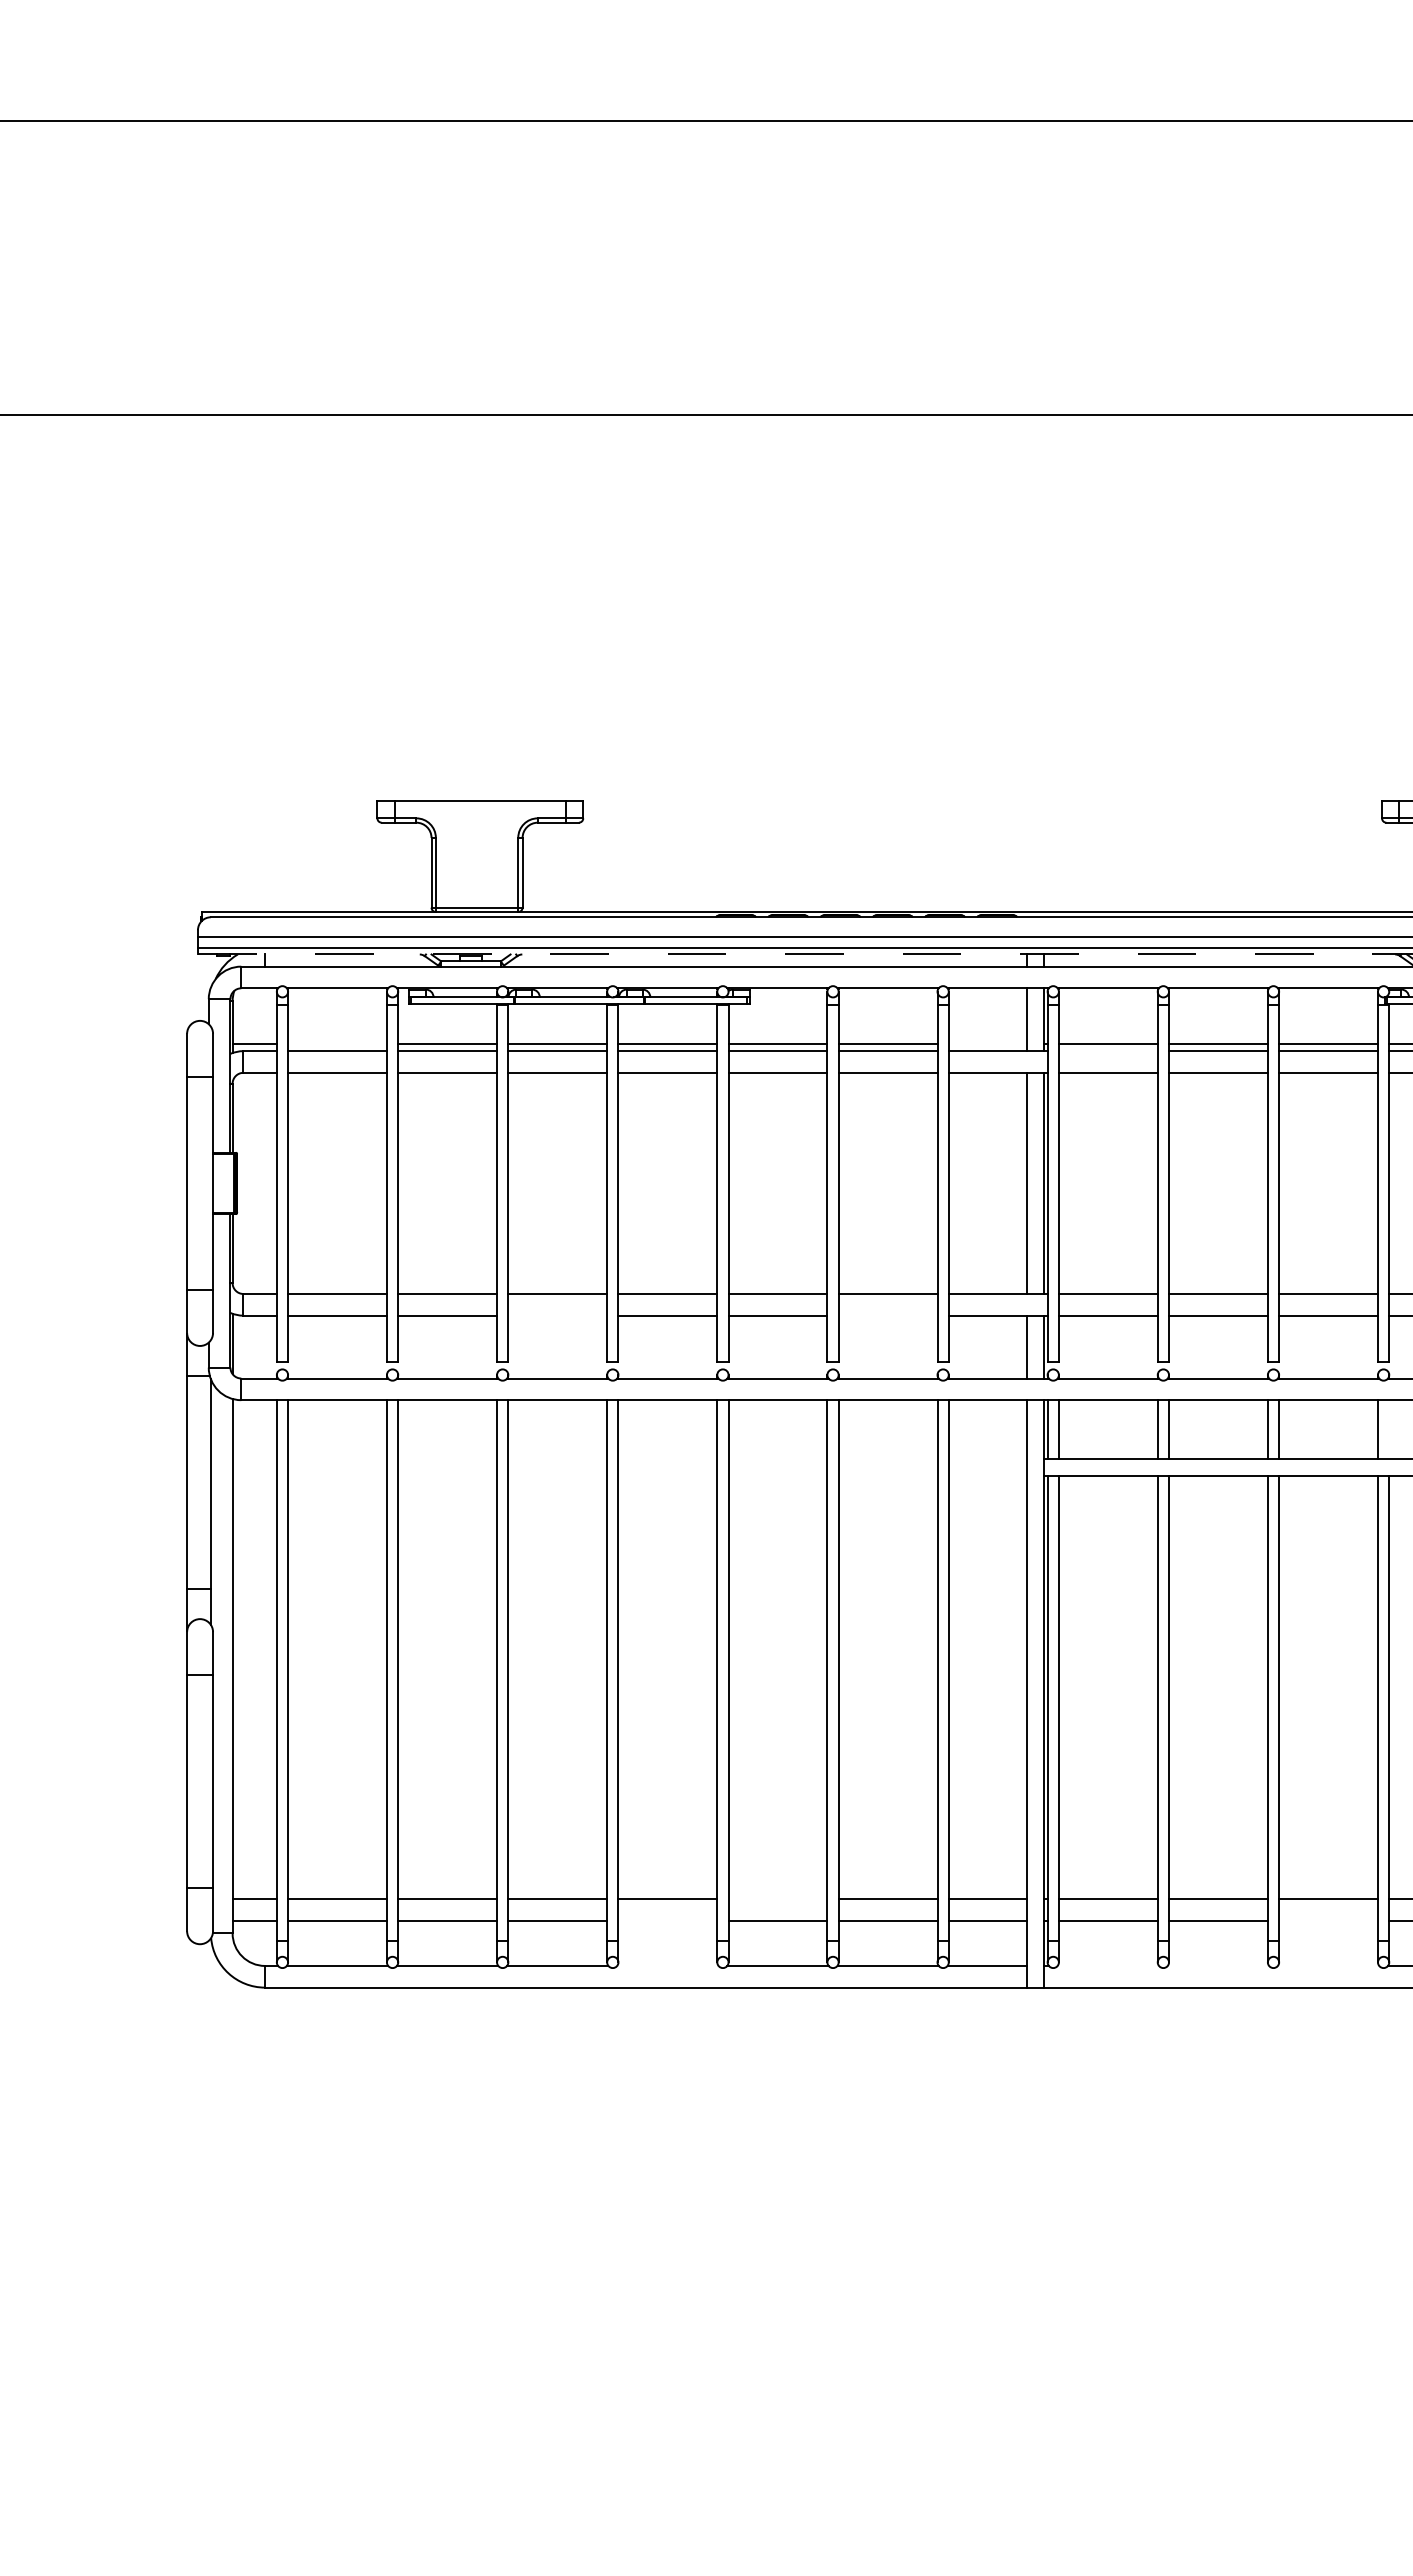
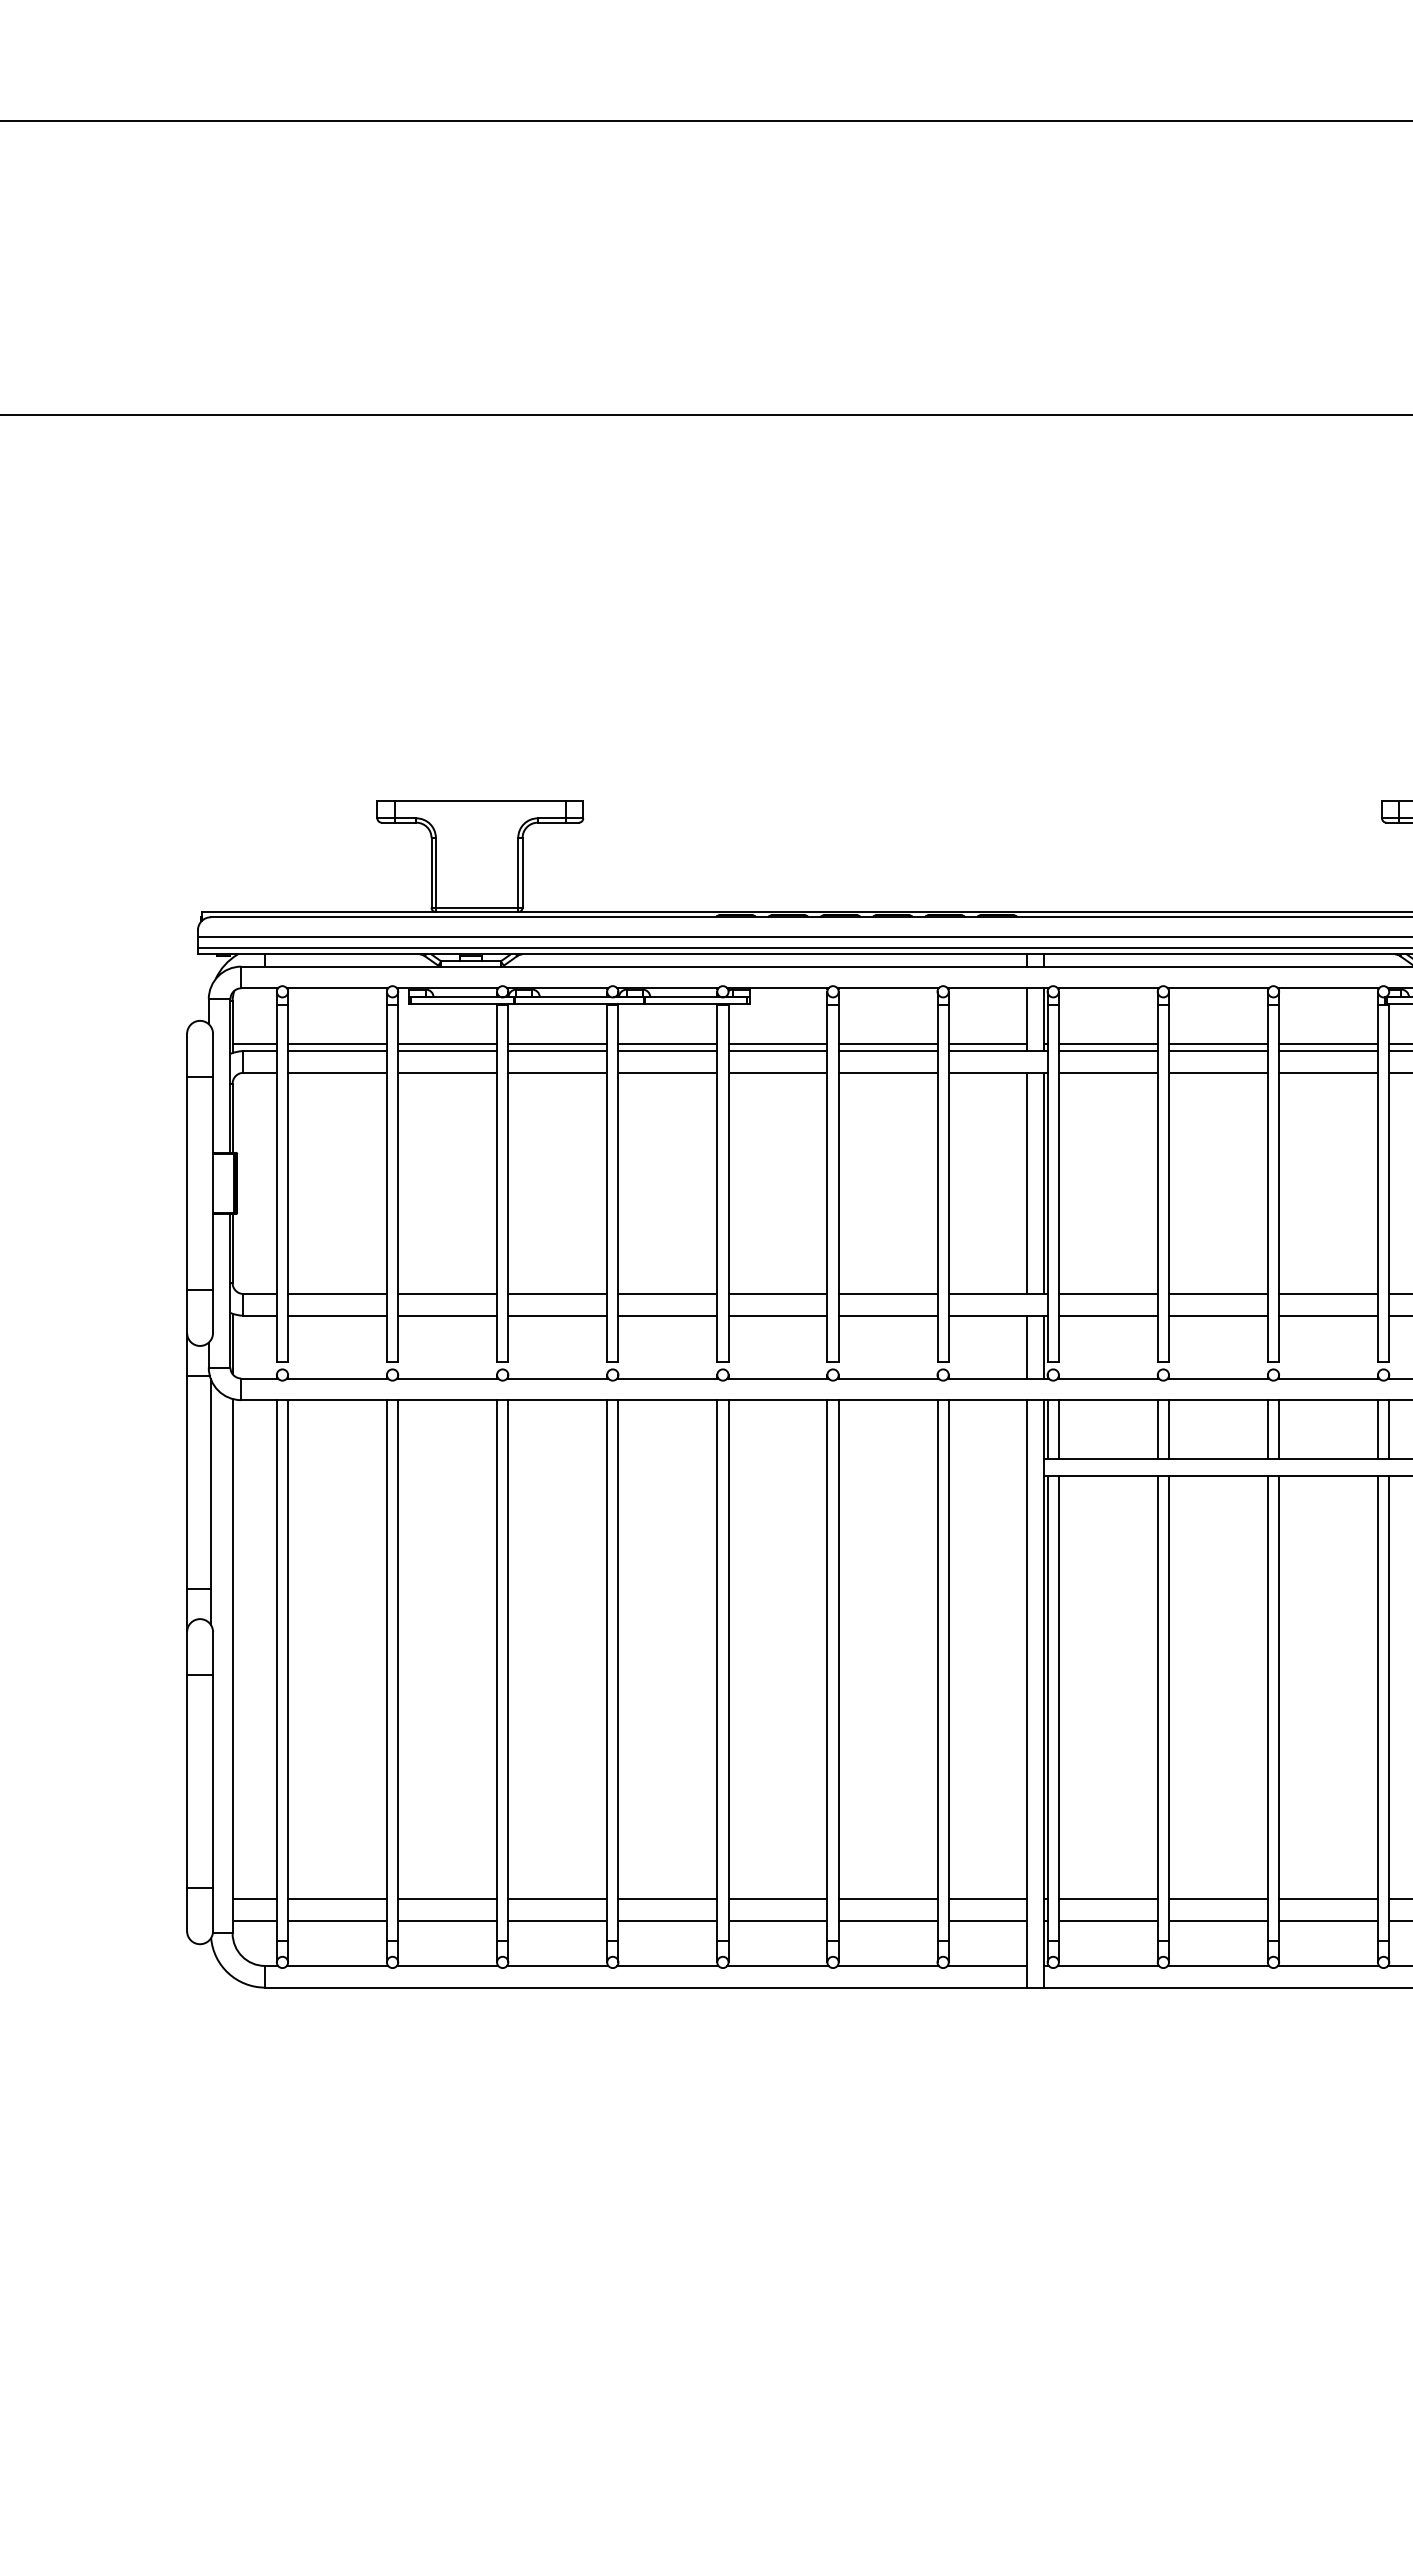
line at (805, 954): dashed -> solid
line at (337, 1044): none -> present
line at (987, 1044): none -> present
line at (1107, 1051): none -> present
line at (557, 1315): none -> present
line at (887, 1315): none -> present
line at (1389, 1429): none -> present
line at (777, 1898): none -> present
line at (667, 1920): none -> present
line at (1328, 1920): none -> present
line at (667, 1965): none -> present
line at (1107, 1965): none -> present
line at (1218, 1965): none -> present
line at (1328, 1965): none -> present
